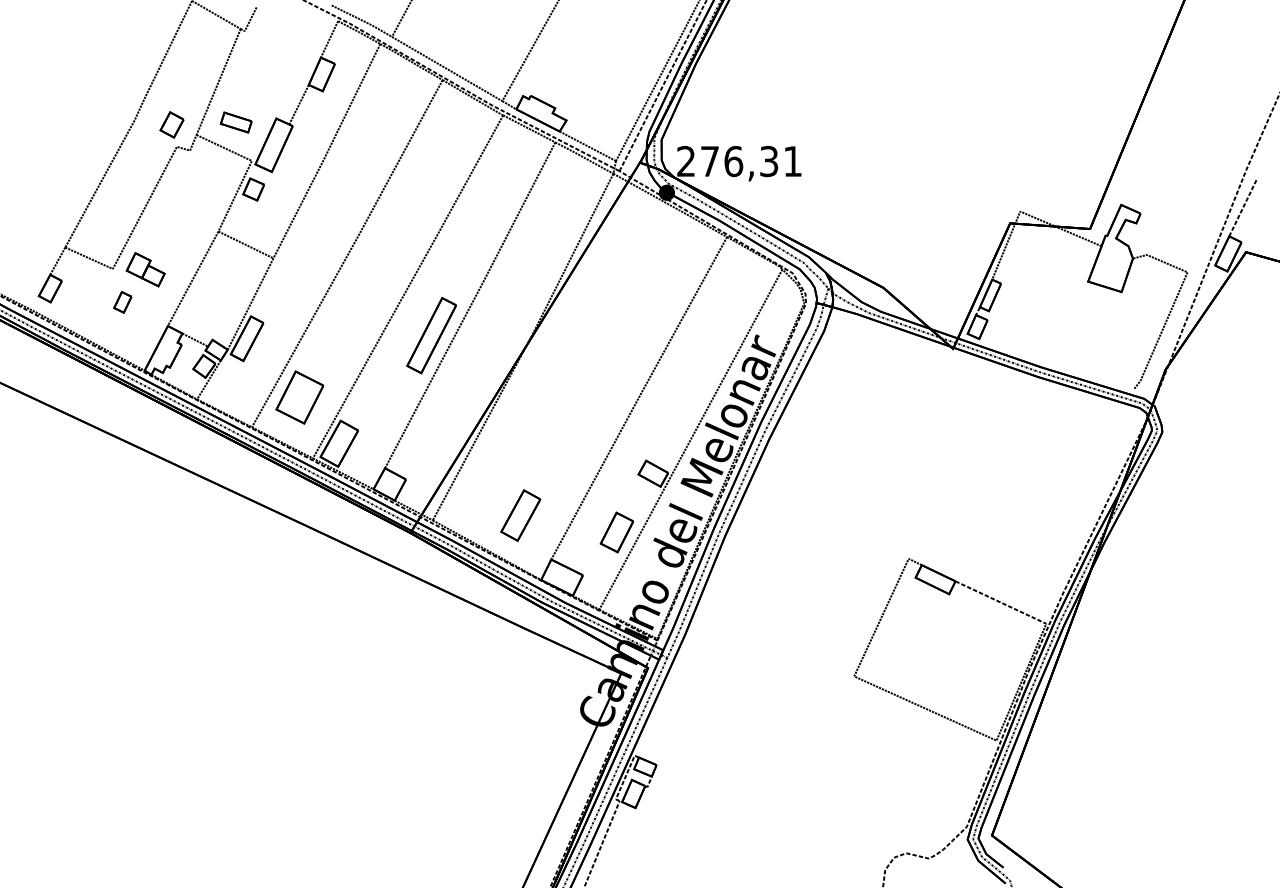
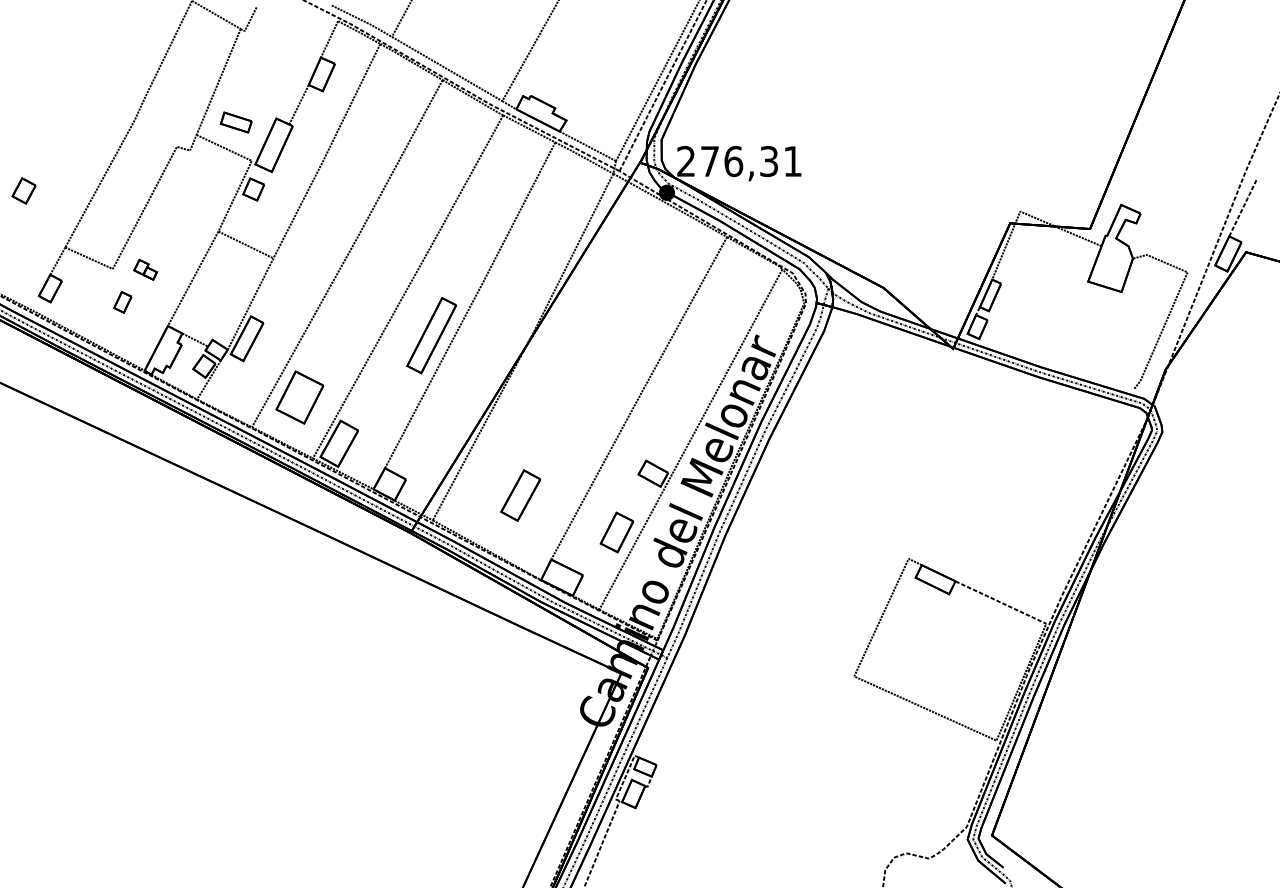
part at (171, 124) position: (171, 124) -> (23, 190)
part at (145, 269) size: 41x36 px -> 26x23 px
part at (520, 515) position: (520, 515) -> (520, 495)
